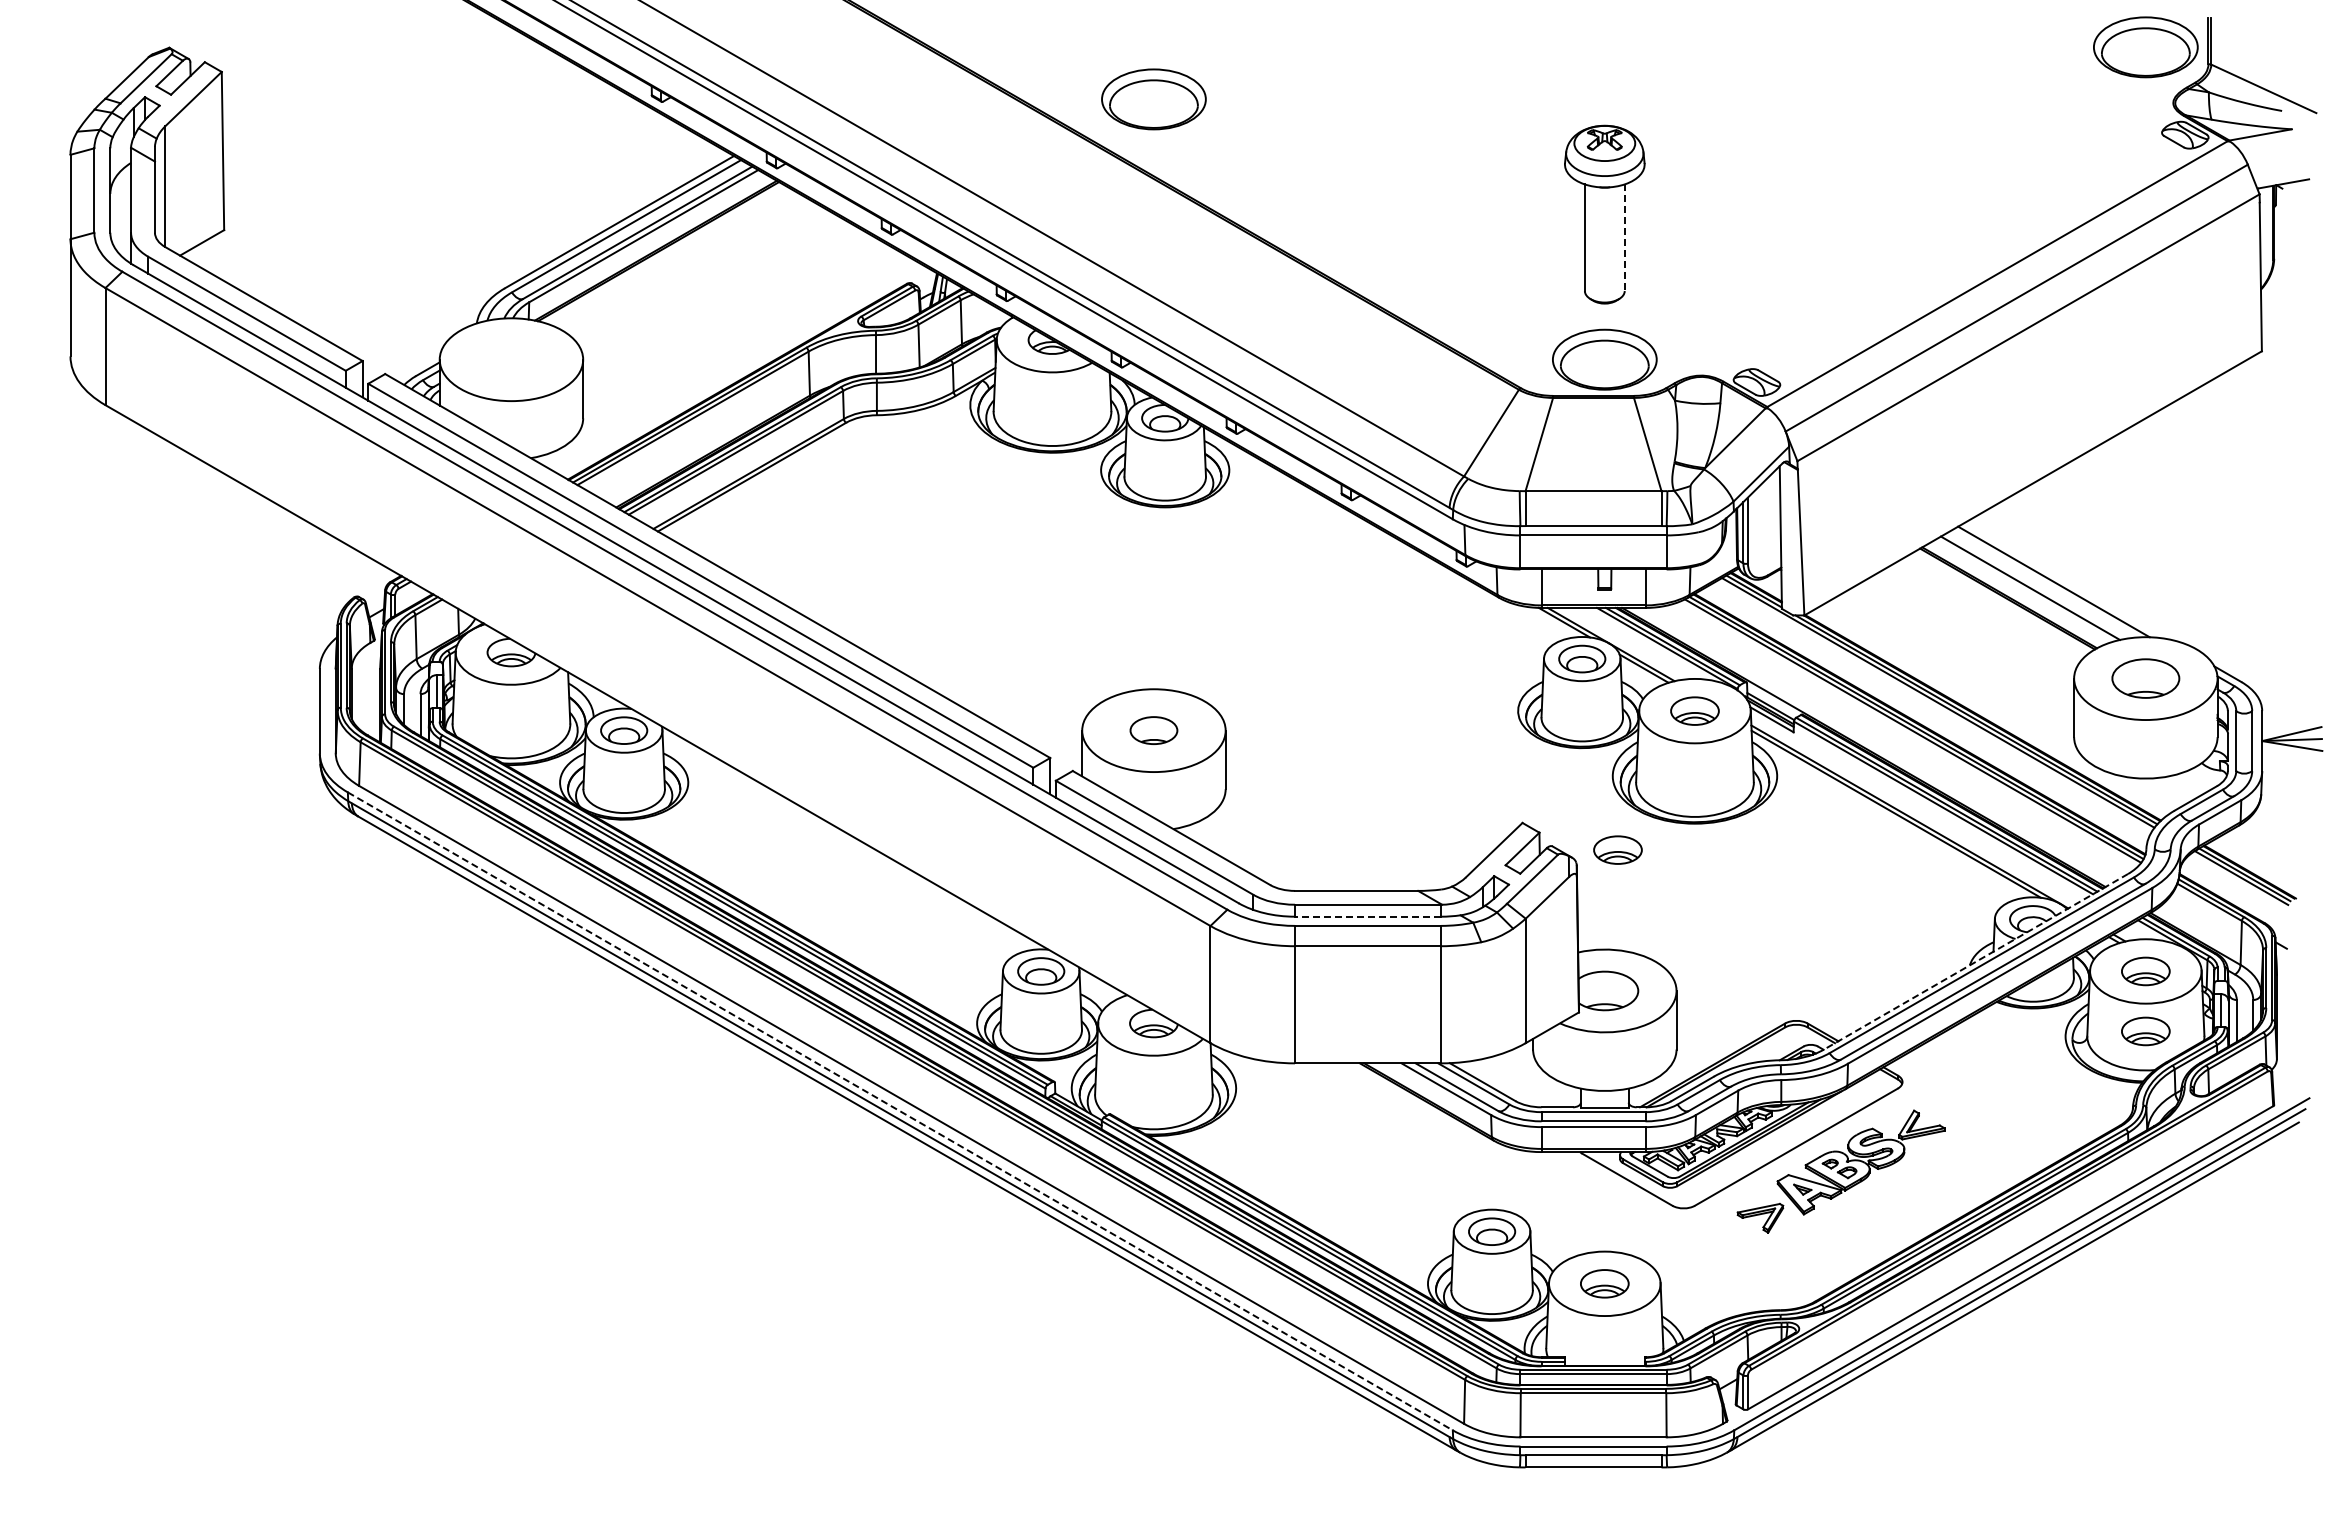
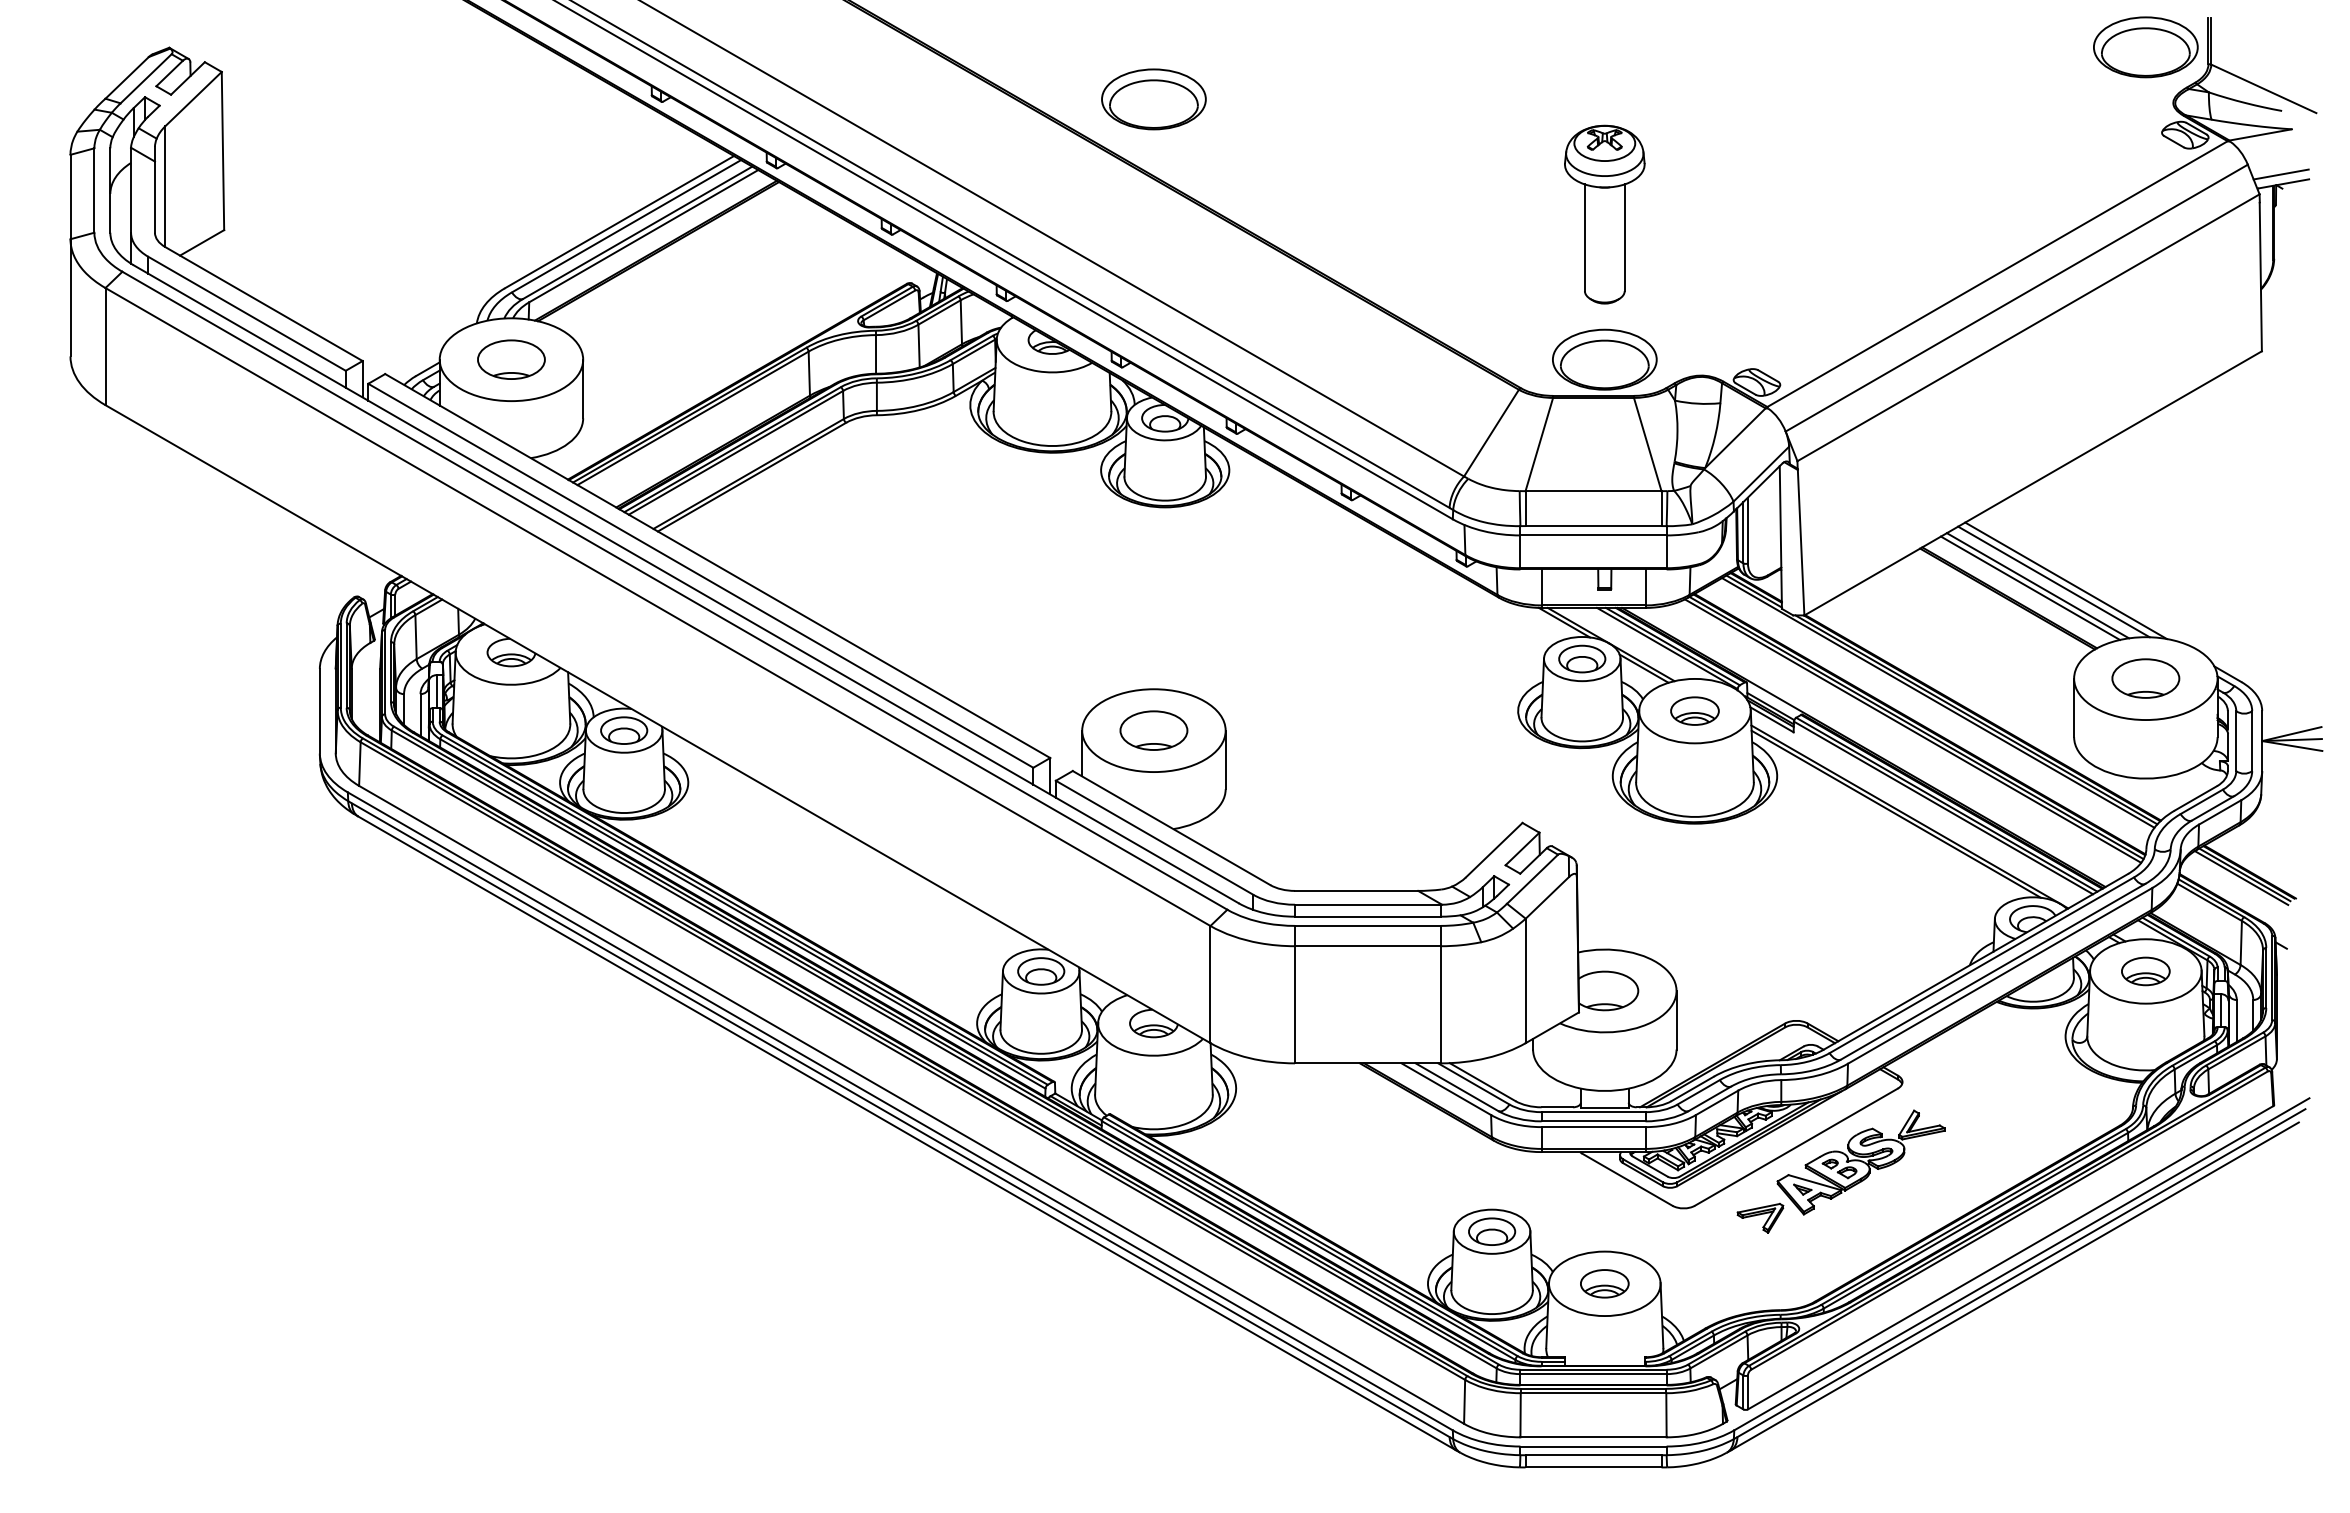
line at (2280, 174): none -> present
line at (1624, 238): dashed -> solid
part at (511, 359): none -> present
line at (2065, 580): none -> present
line at (2037, 585): none -> present
part at (1153, 730) size: 50x29 px -> 70x41 px
part at (1617, 849): present -> none
line at (1367, 916): dashed -> solid
line at (1975, 961): dashed -> solid
part at (2145, 1031): present -> none
line at (900, 1111): dashed -> solid
